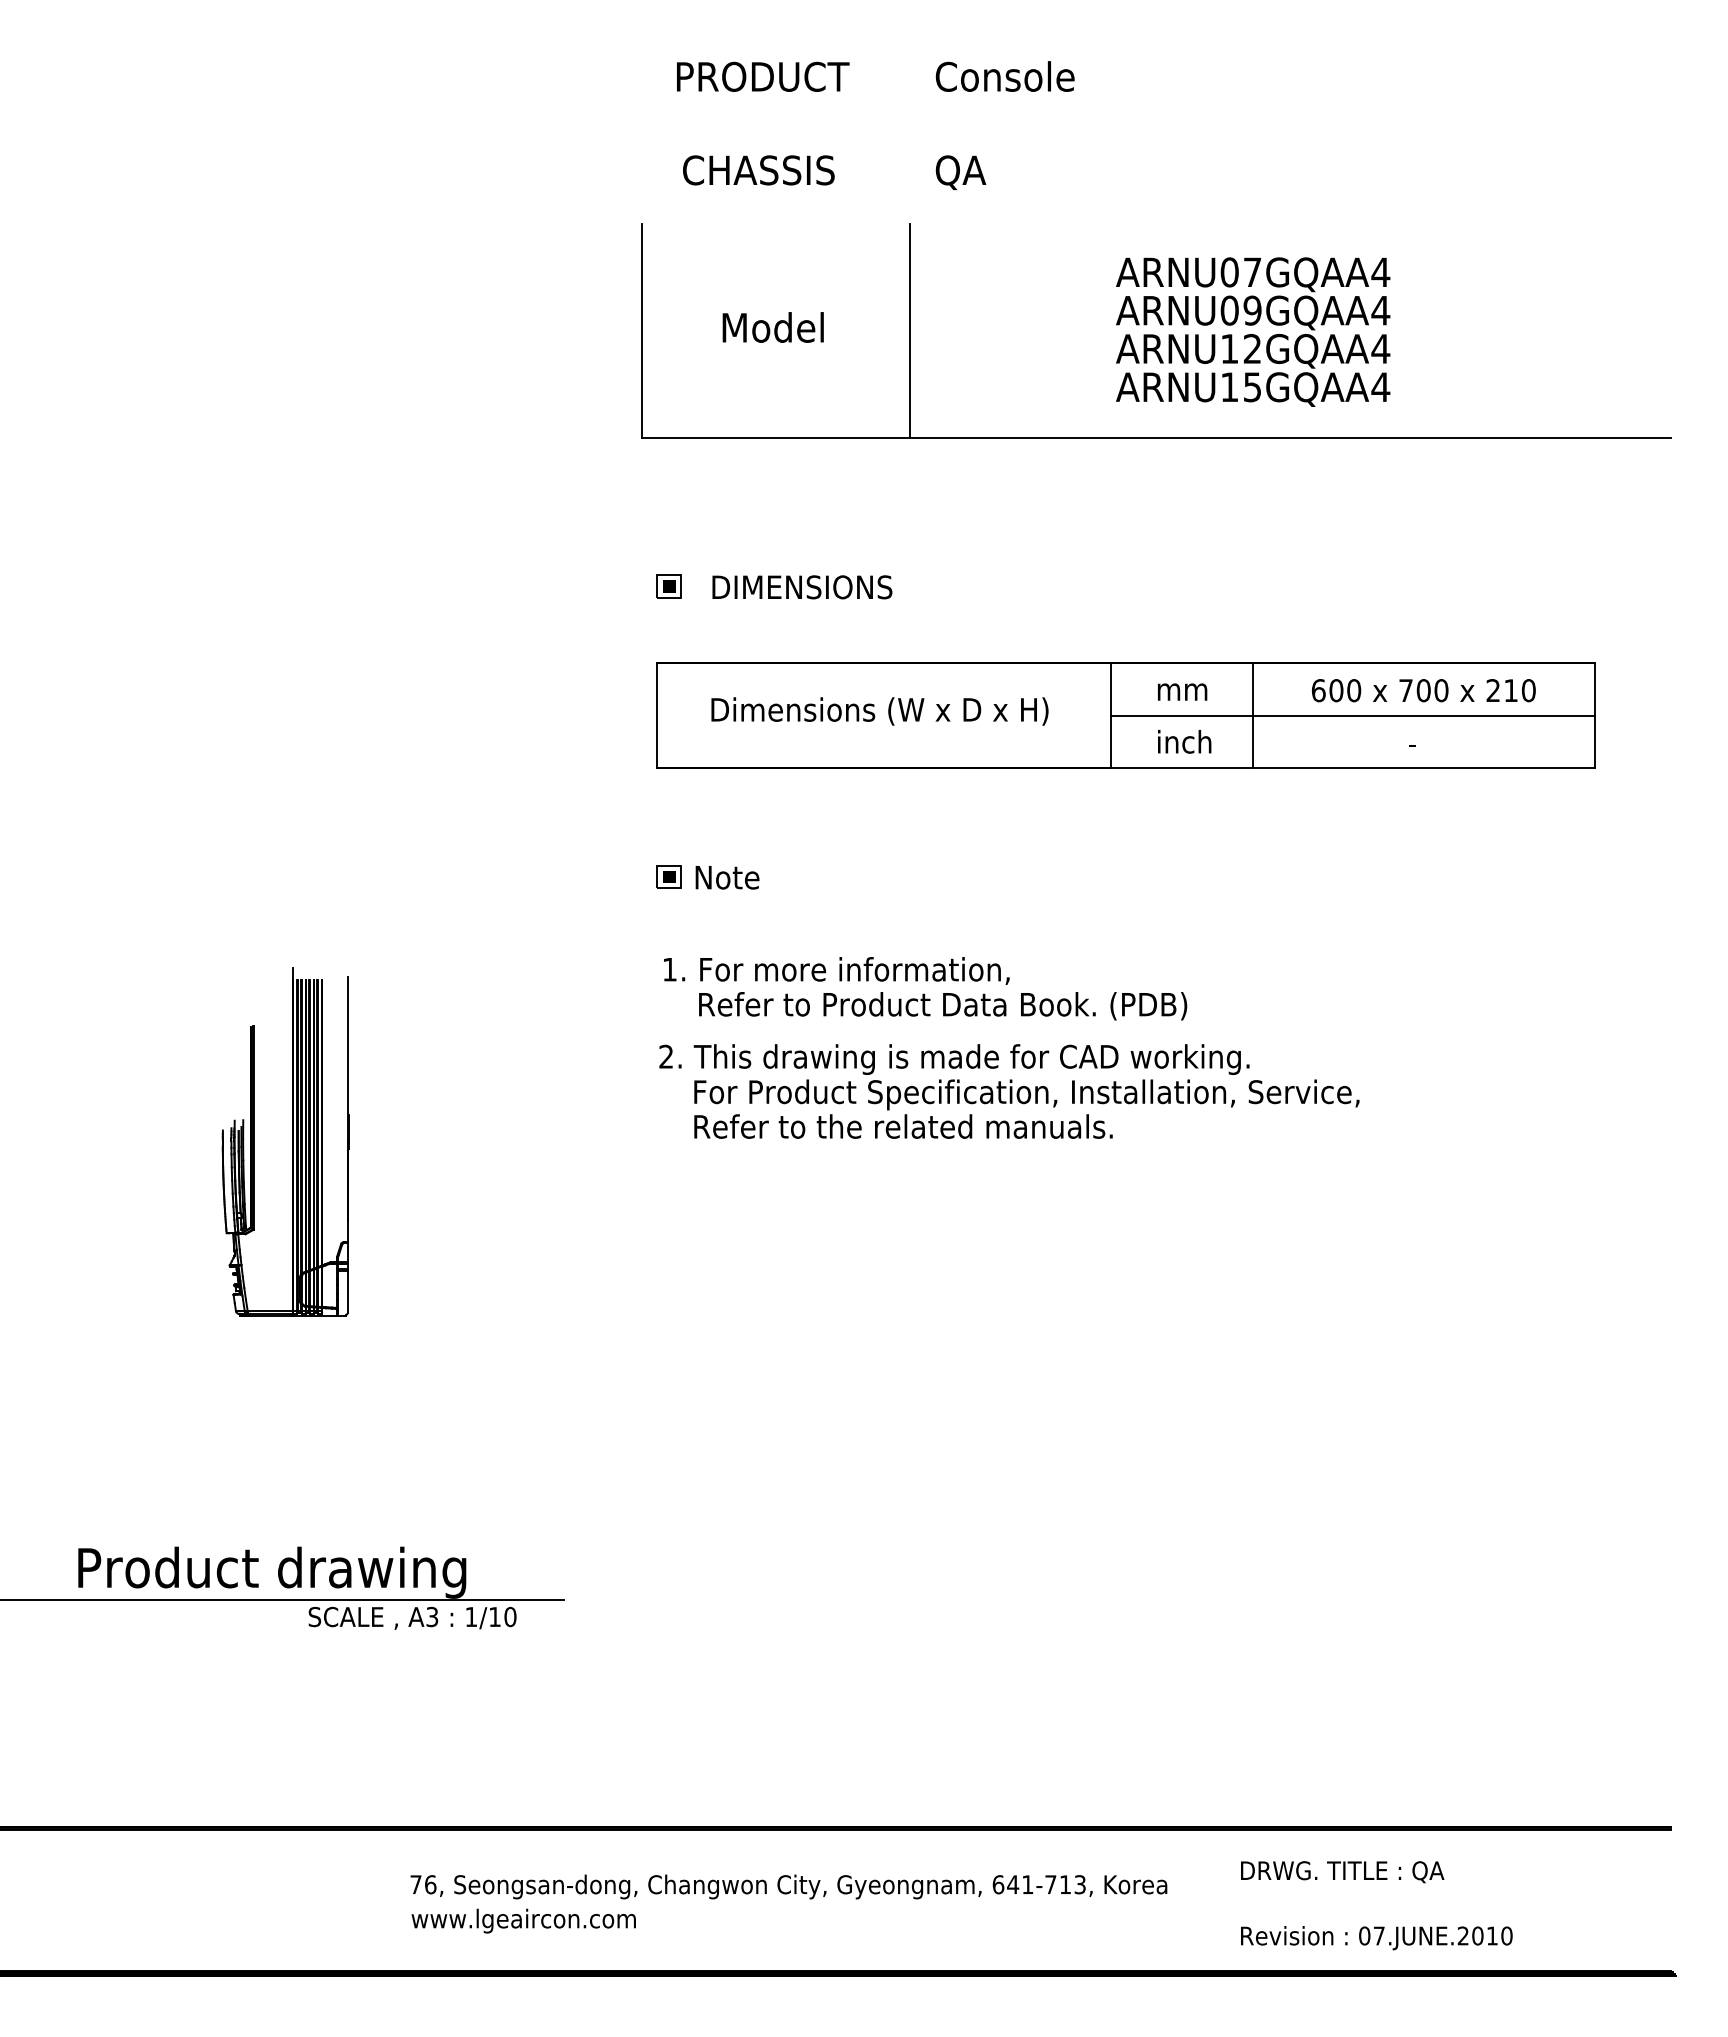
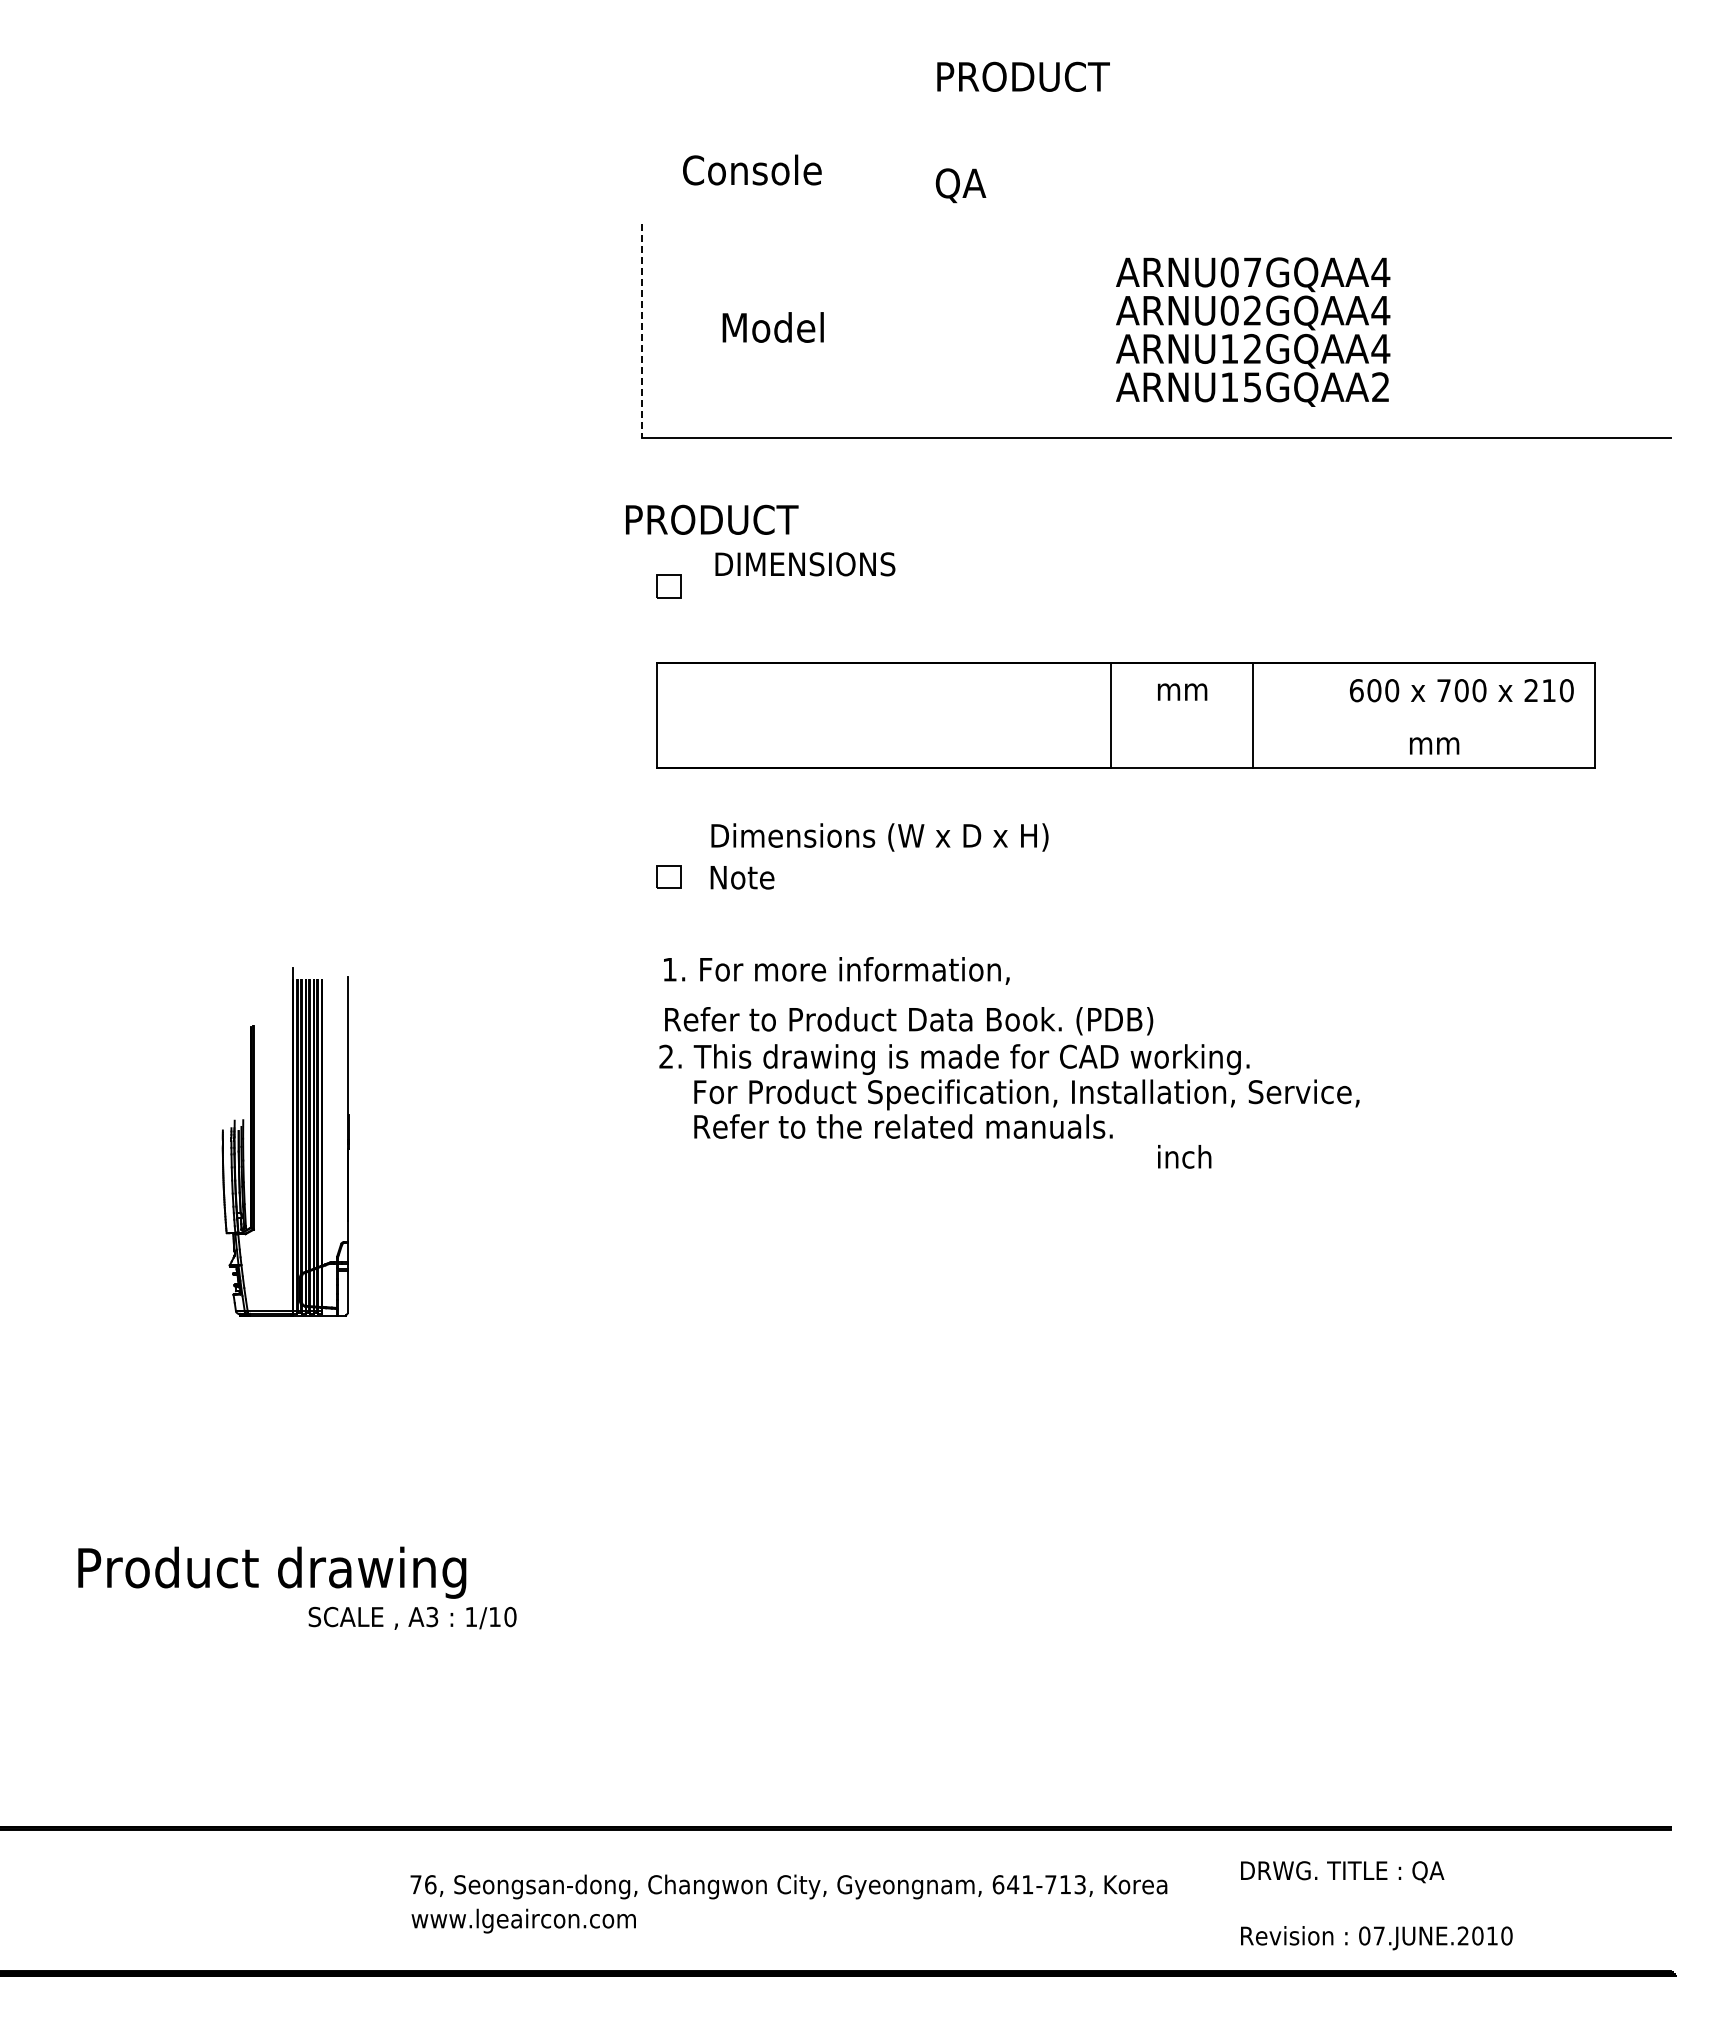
text at (763, 76) position: (763, 76) -> (712, 519)
text at (1022, 76): Console -> PRODUCT
text at (771, 169): CHASSIS -> Console
text at (960, 172) position: (960, 172) -> (960, 185)
text at (1252, 310): ARNU09GQAA4 -> ARNU02GQAA4
line at (642, 331): solid -> dashed
line at (910, 331): present -> none
text at (1380, 386): ARNU15GQAA4 -> ARNU15GQAA2
fill at (668, 586): present -> none
text at (802, 587) position: (802, 587) -> (805, 564)
text at (1423, 690) position: (1423, 690) -> (1461, 690)
text at (879, 711) position: (879, 711) -> (879, 837)
line at (1353, 715): present -> none
text at (1184, 741) position: (1184, 741) -> (1184, 1156)
text at (1434, 745): - -> mm
fill at (668, 876): present -> none
text at (727, 877) position: (727, 877) -> (742, 877)
text at (943, 1006) position: (943, 1006) -> (909, 1021)
line at (283, 1600): present -> none
